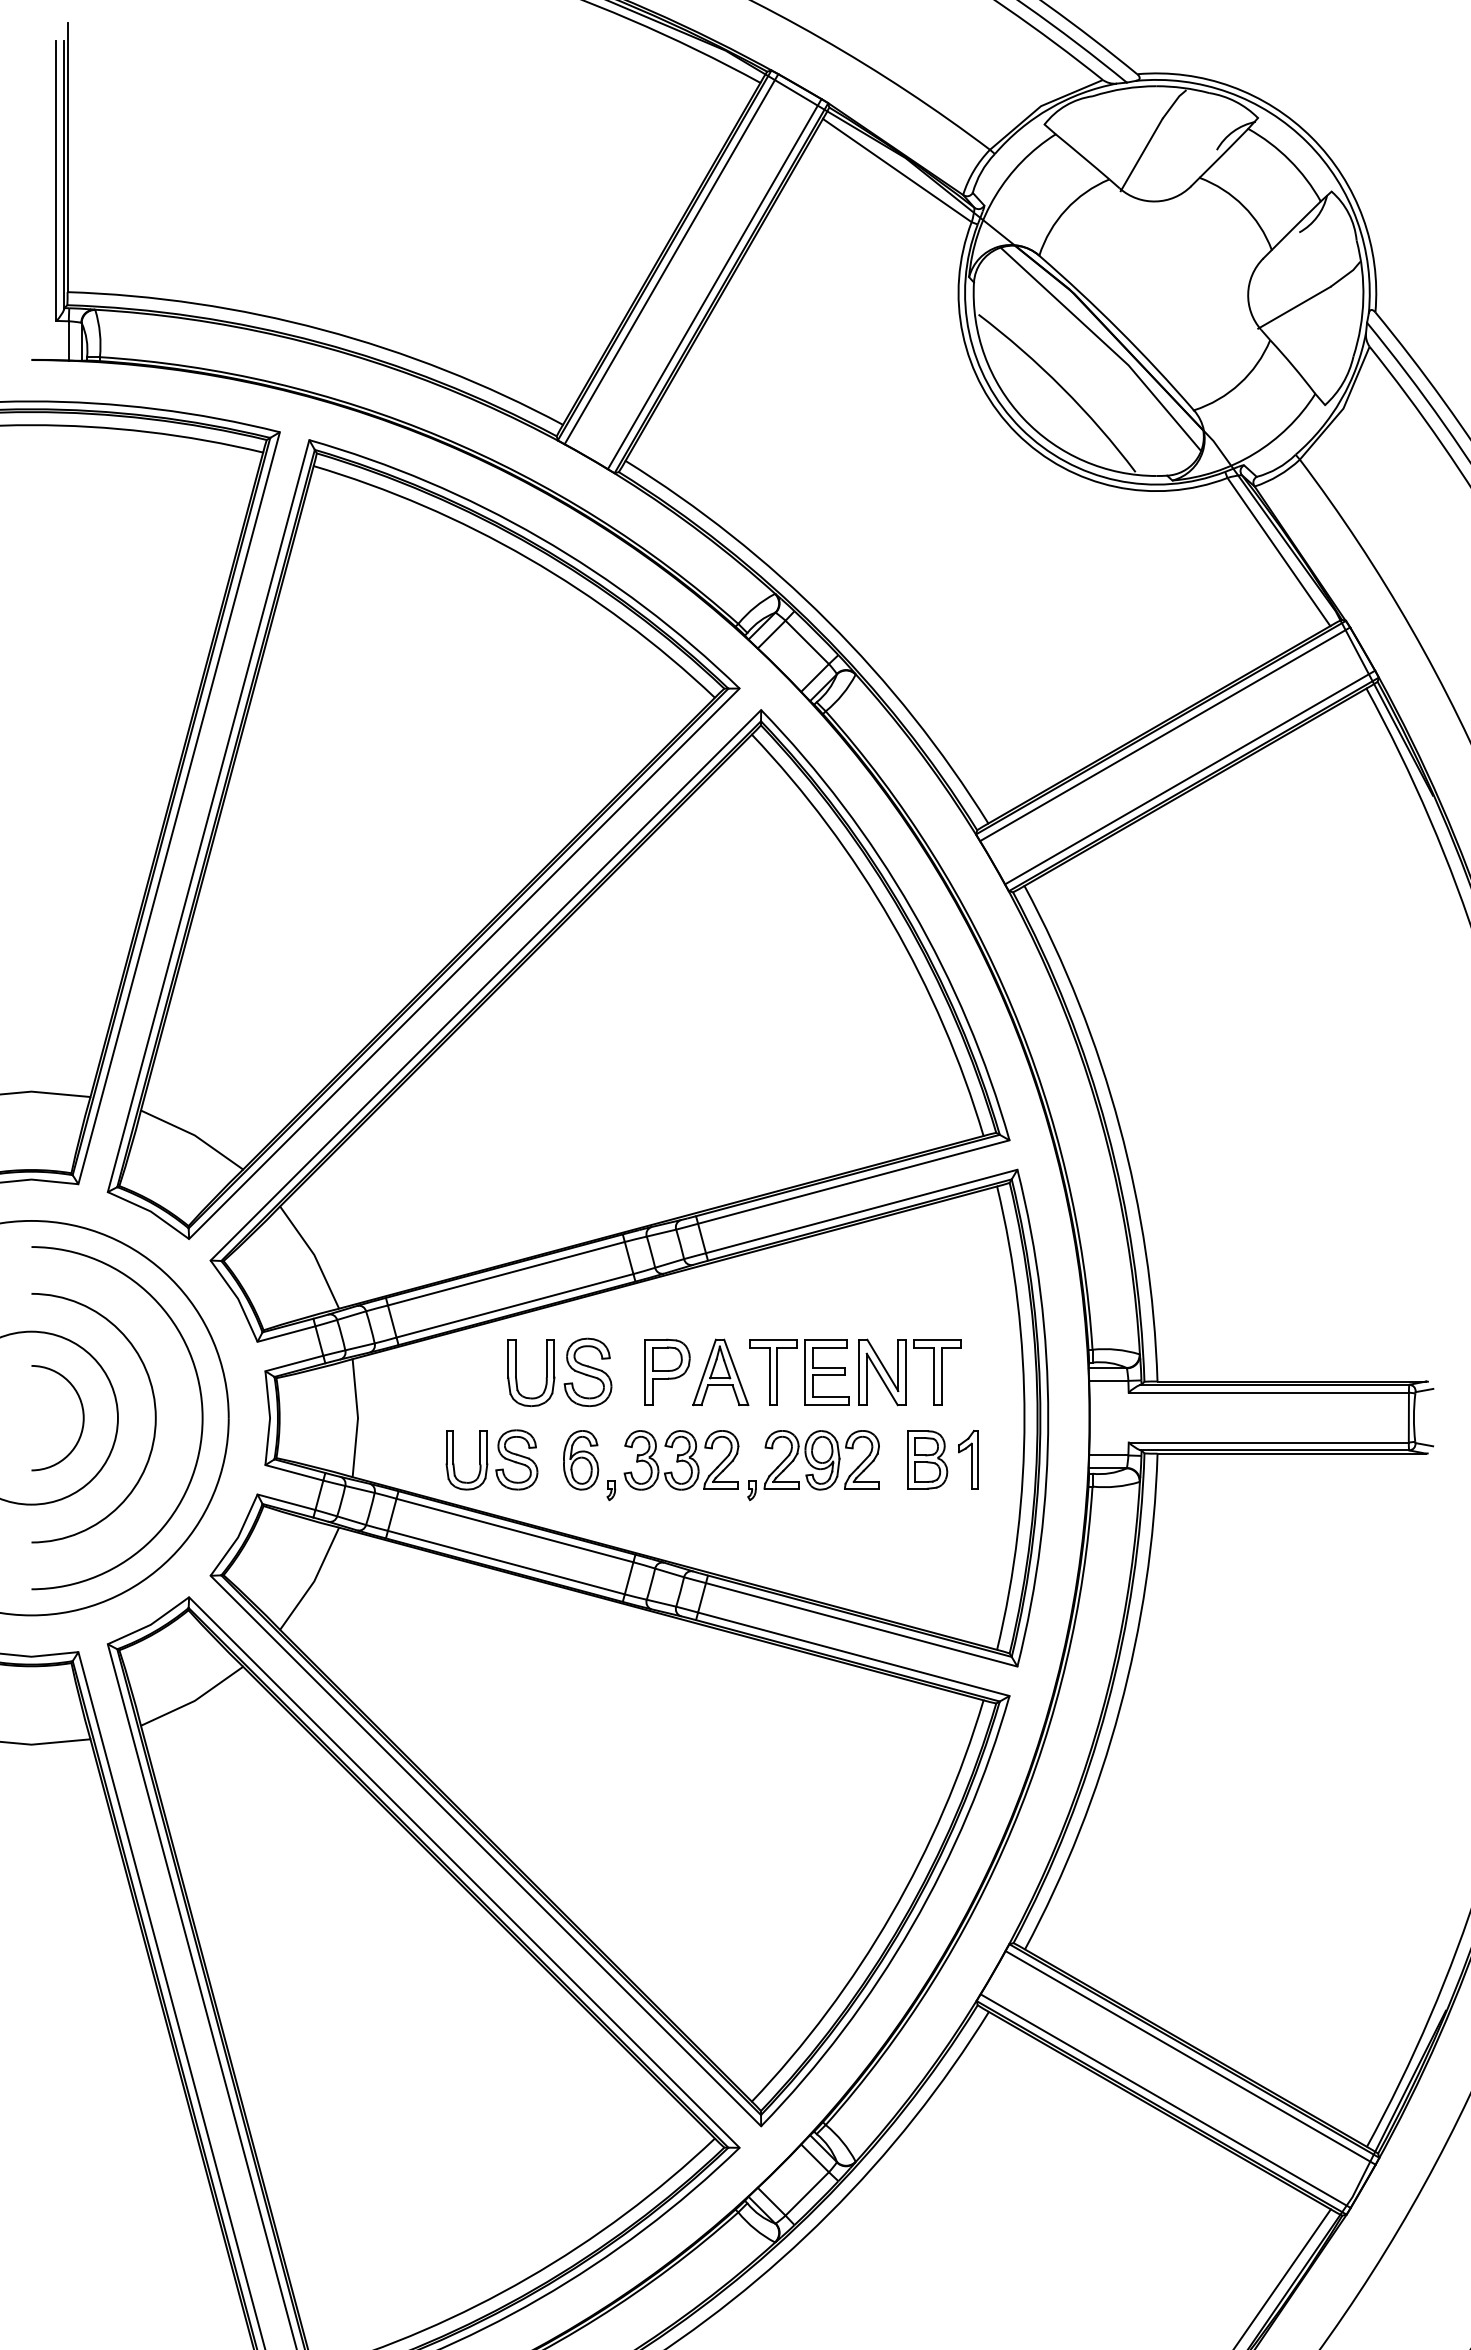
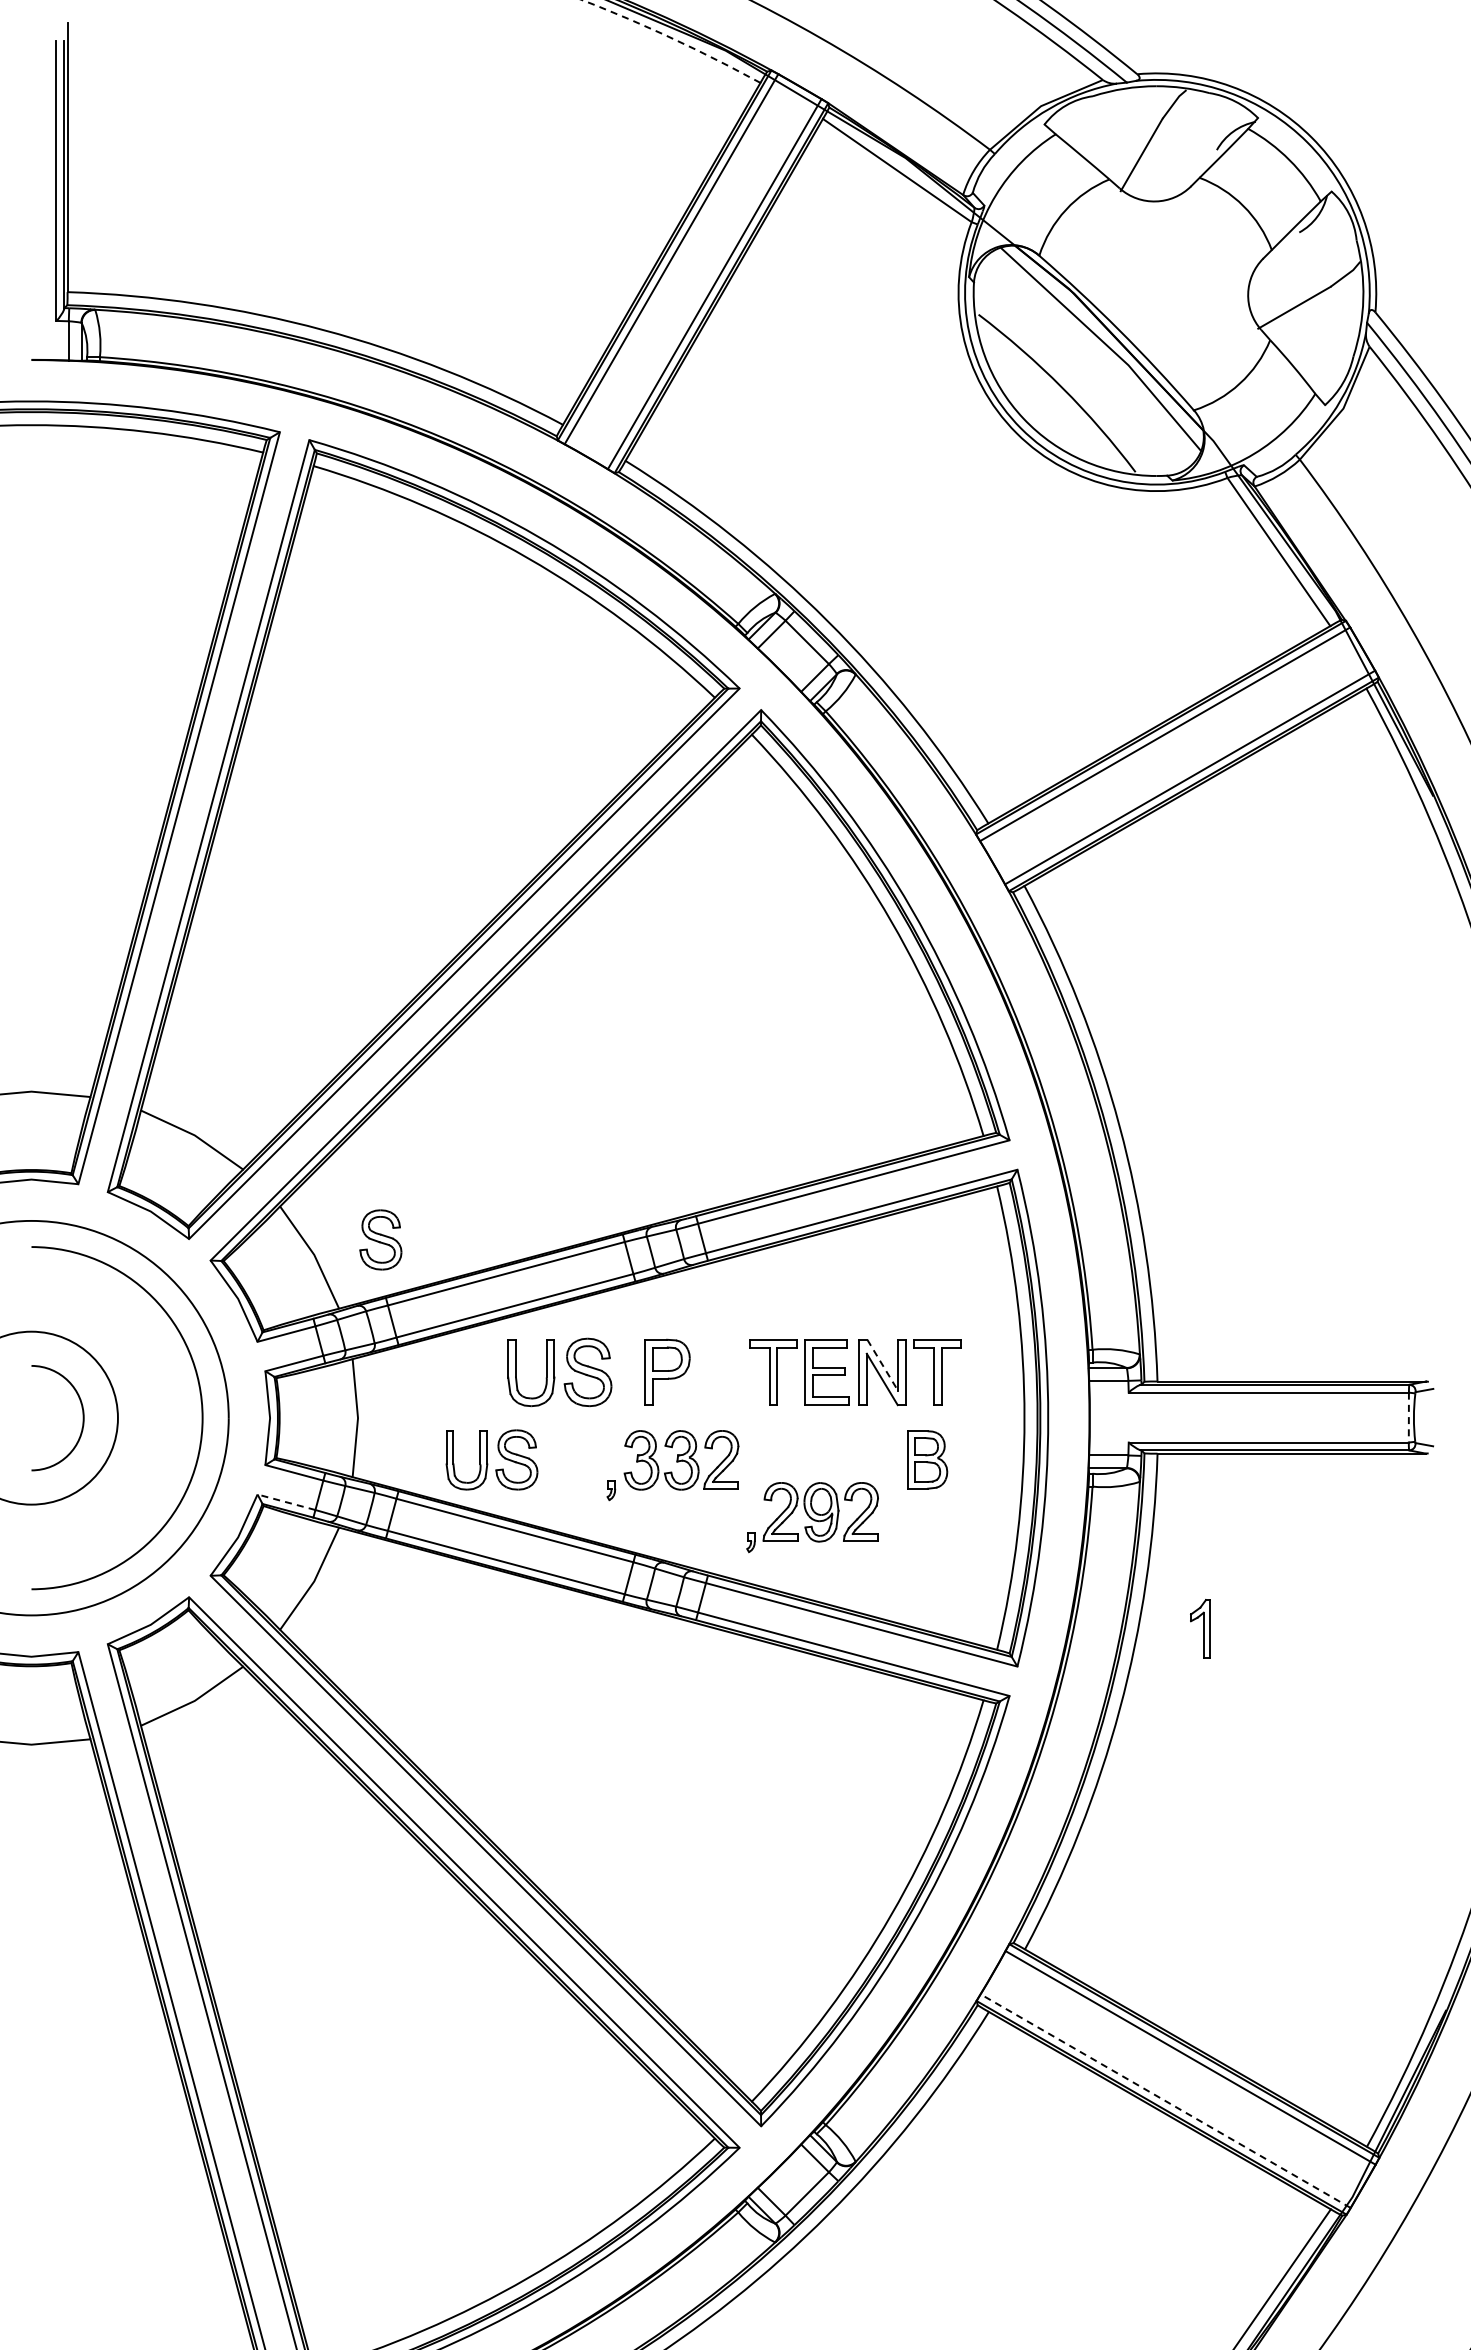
arc at (672, 38): solid -> dashed
part at (380, 1239): none -> present
line at (882, 1365): solid -> dashed
part at (720, 1372): present -> none
line at (1408, 1417): solid -> dashed
arc at (154, 1418): present -> none
part at (968, 1459) position: (968, 1459) -> (1200, 1628)
part at (581, 1460): present -> none
part at (813, 1465) position: (813, 1465) -> (812, 1517)
line at (286, 1502): solid -> dashed
line at (1165, 2101): solid -> dashed
